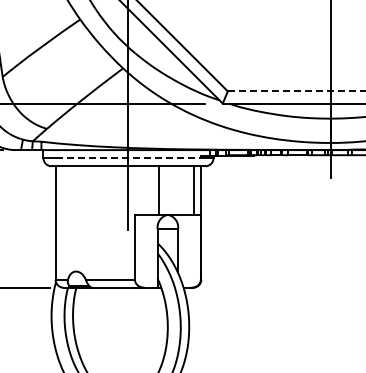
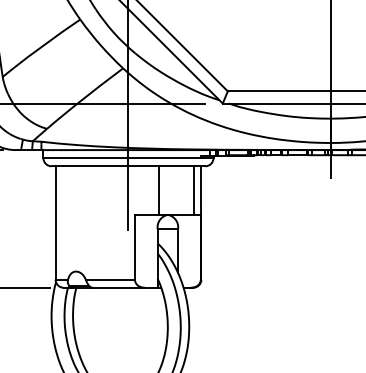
line at (296, 91): dashed -> solid
line at (128, 158): dashed -> solid
